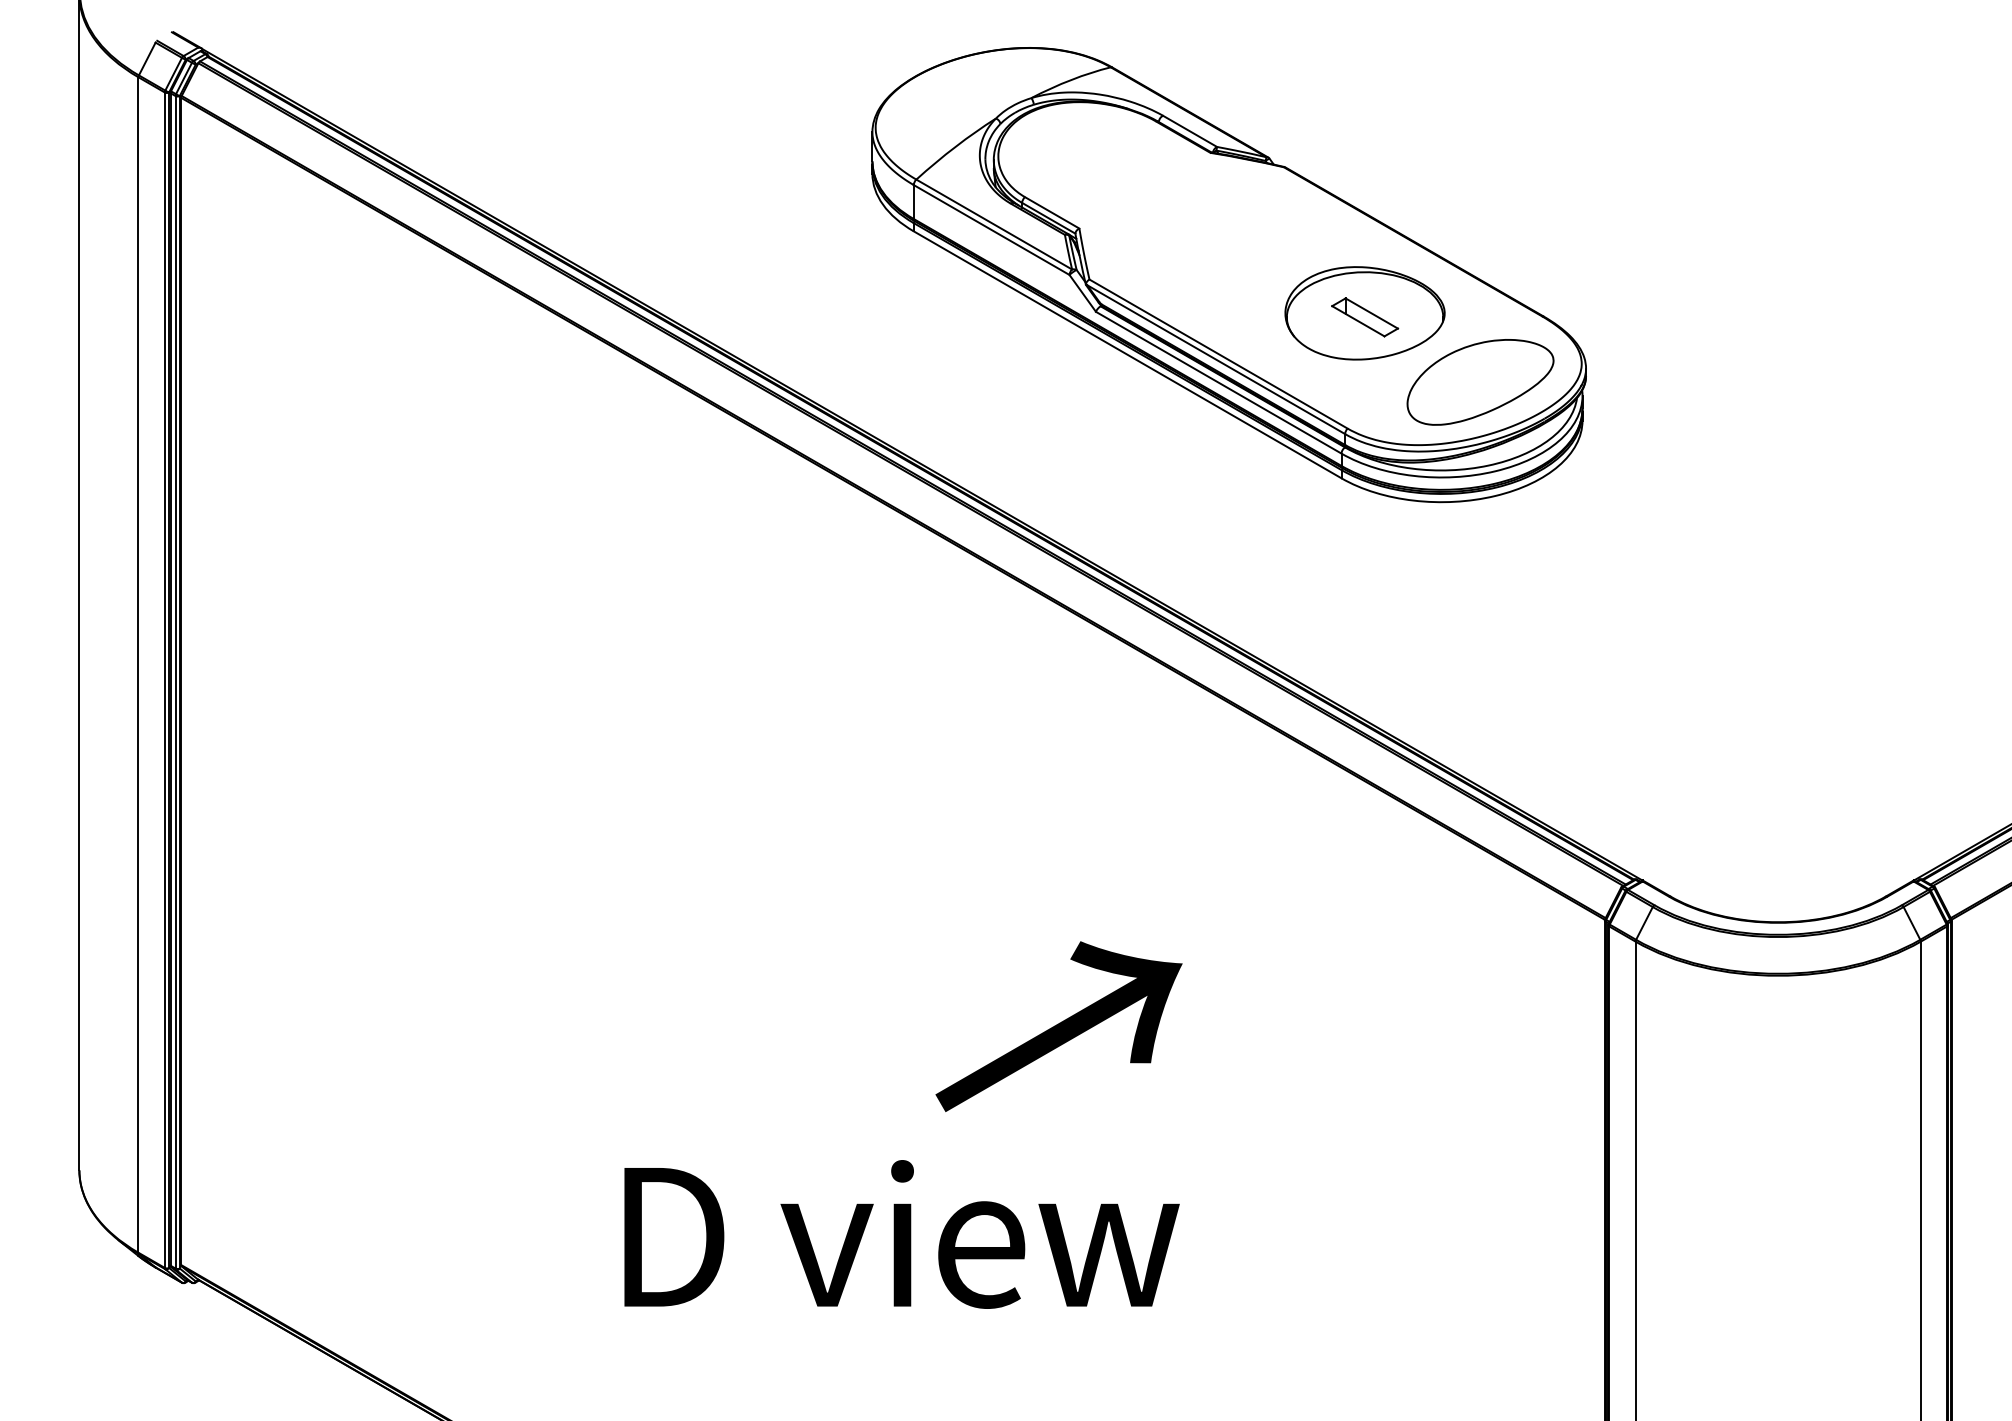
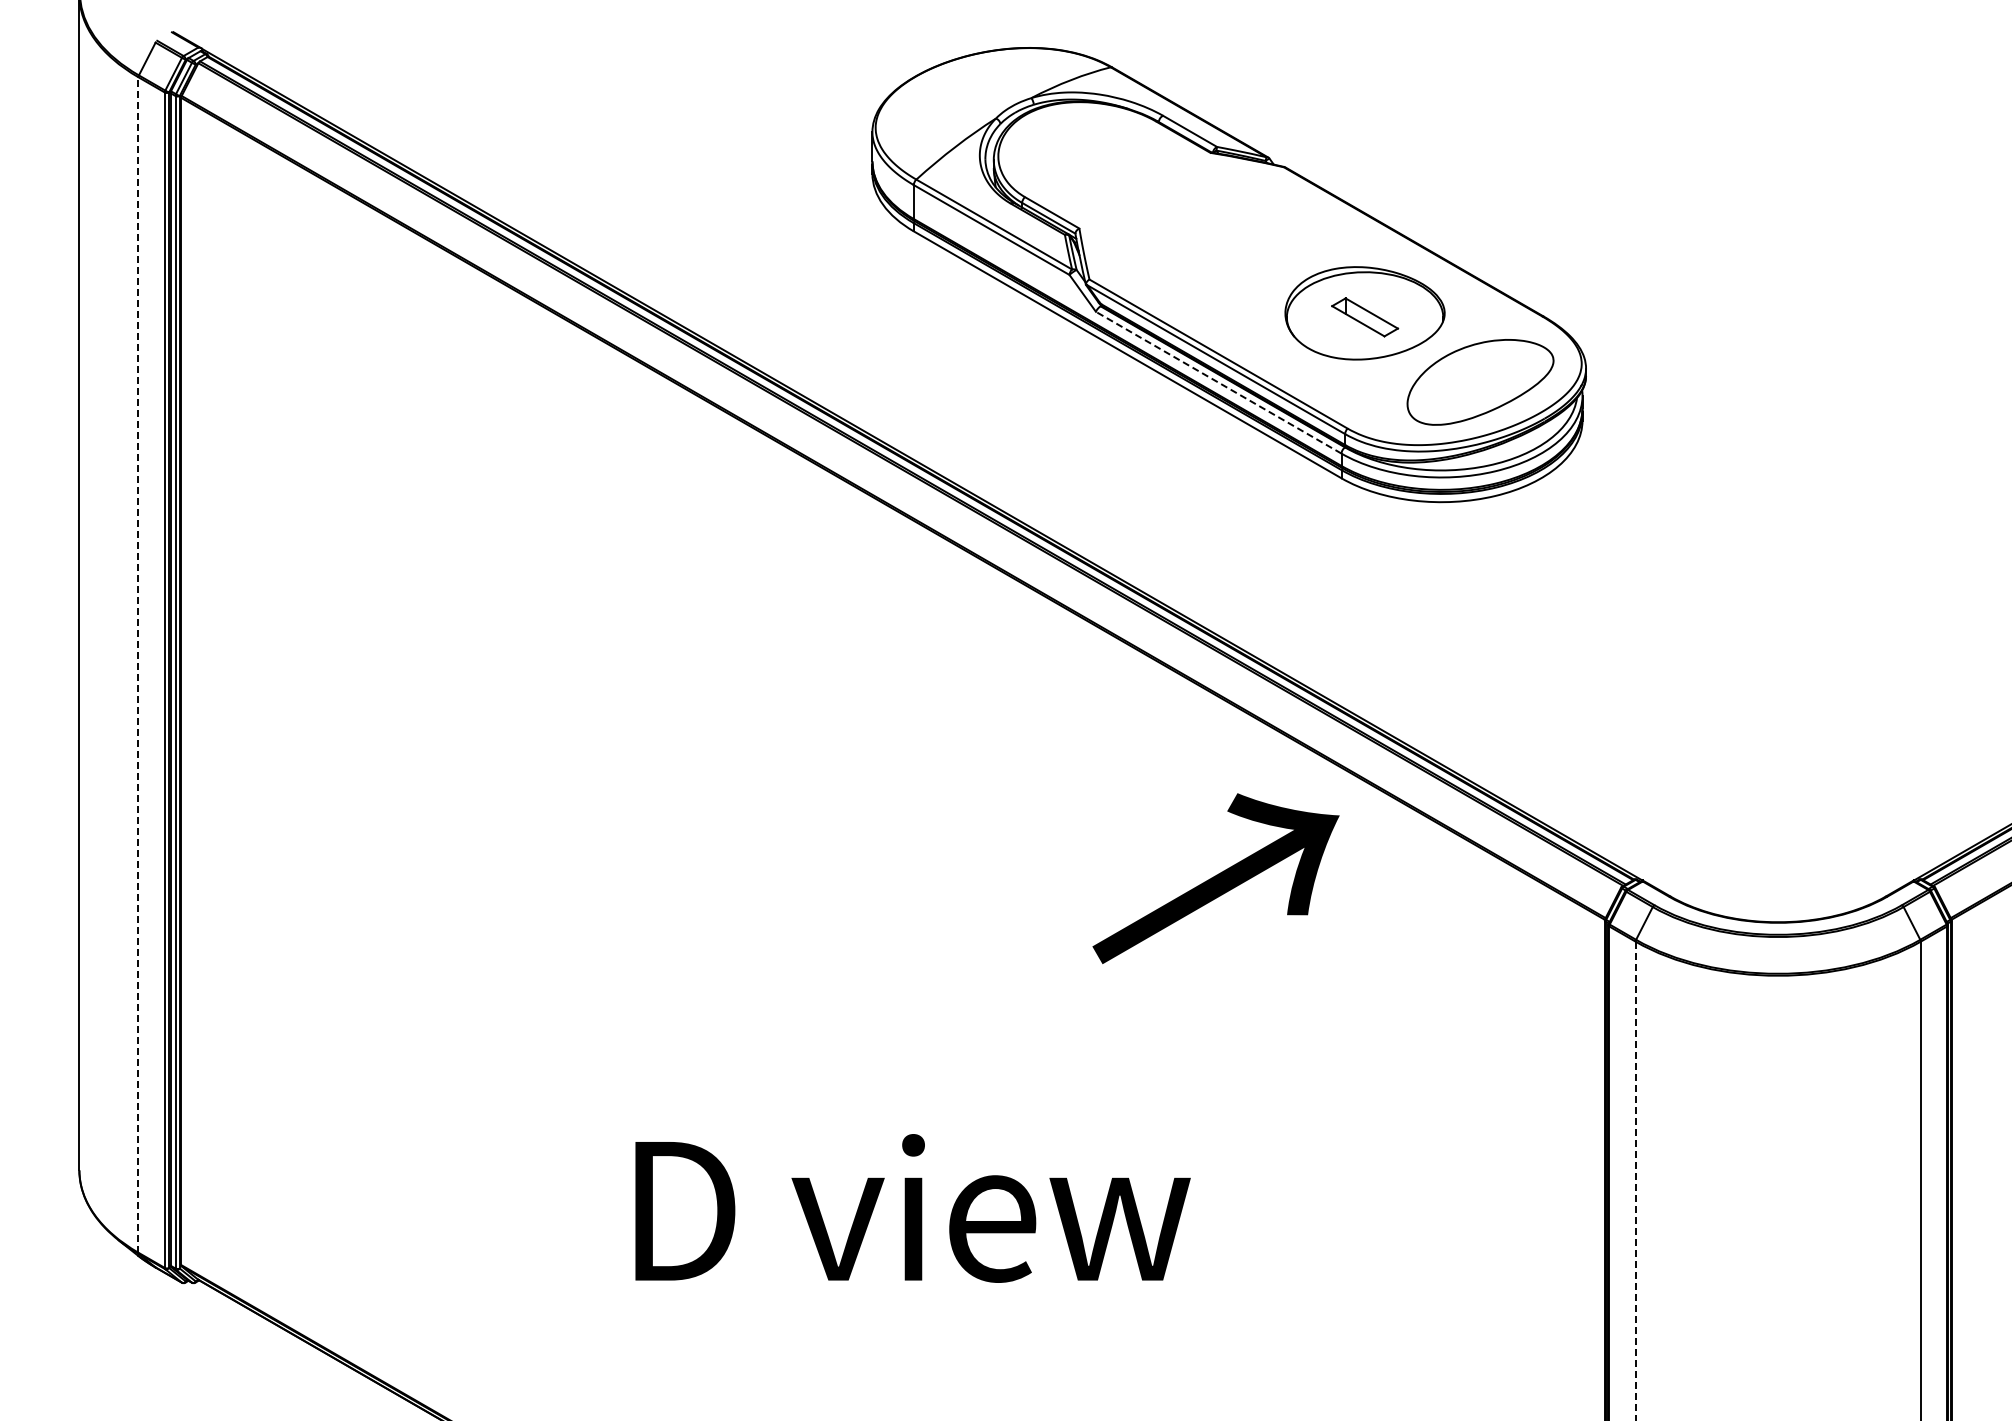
line at (1218, 382): solid -> dashed
line at (138, 664): solid -> dashed
text at (1058, 1026) position: (1058, 1026) -> (1215, 878)
line at (1635, 1181): solid -> dashed
text at (901, 1234) position: (901, 1234) -> (912, 1208)
